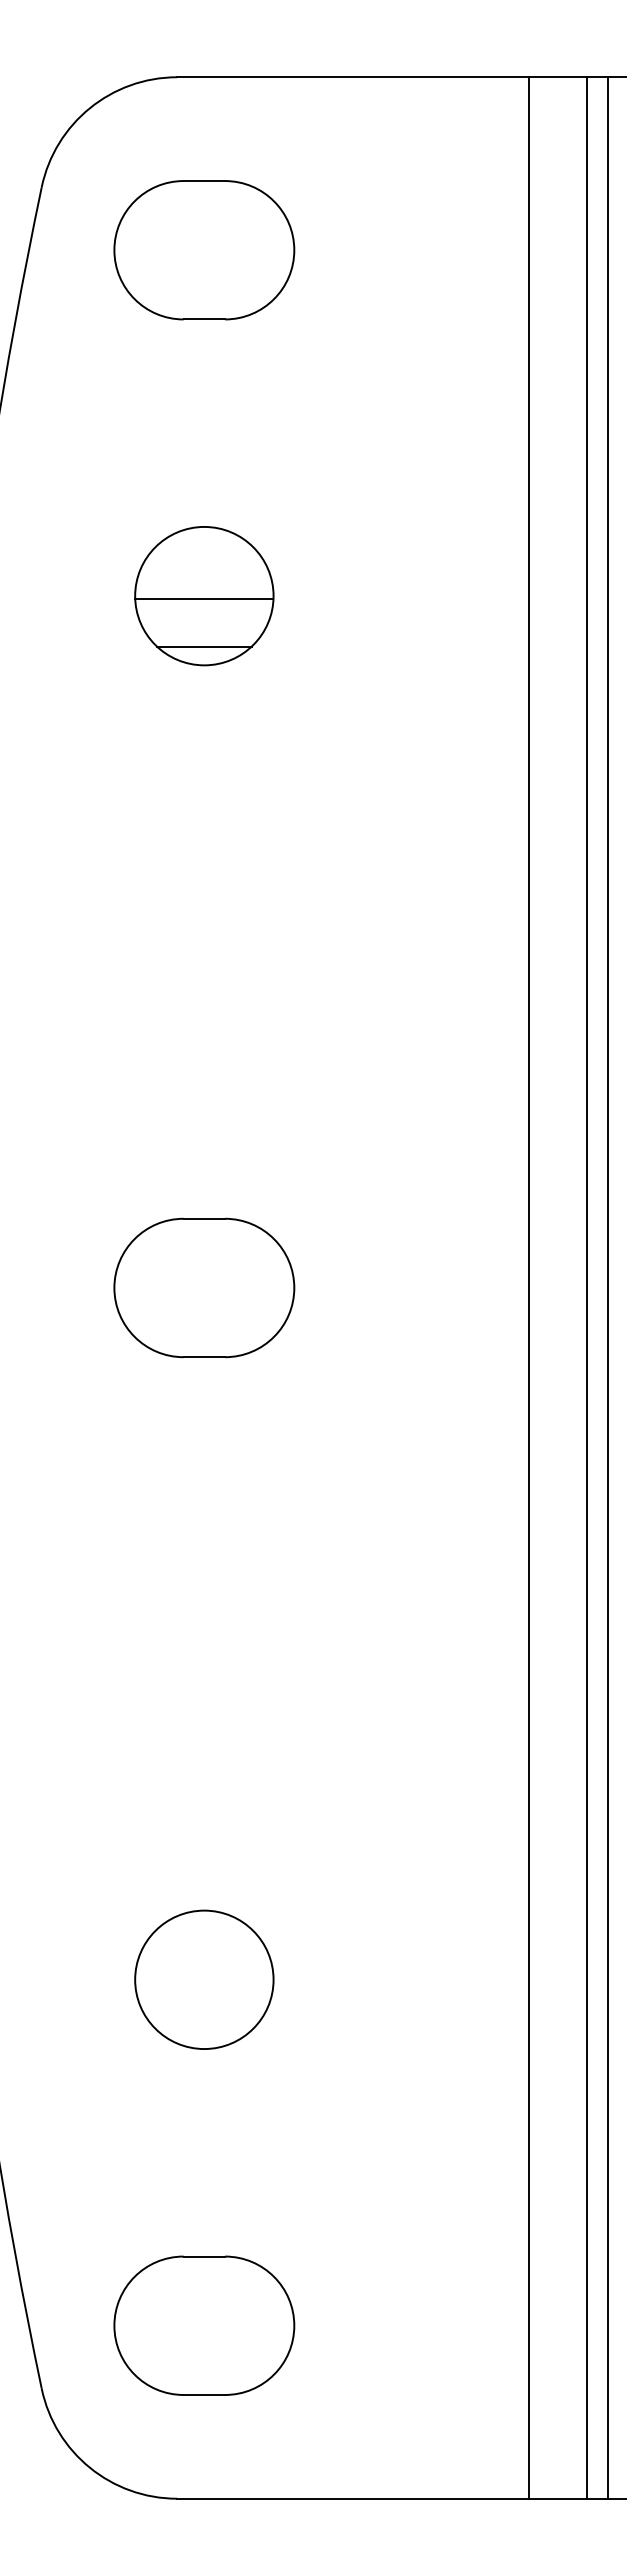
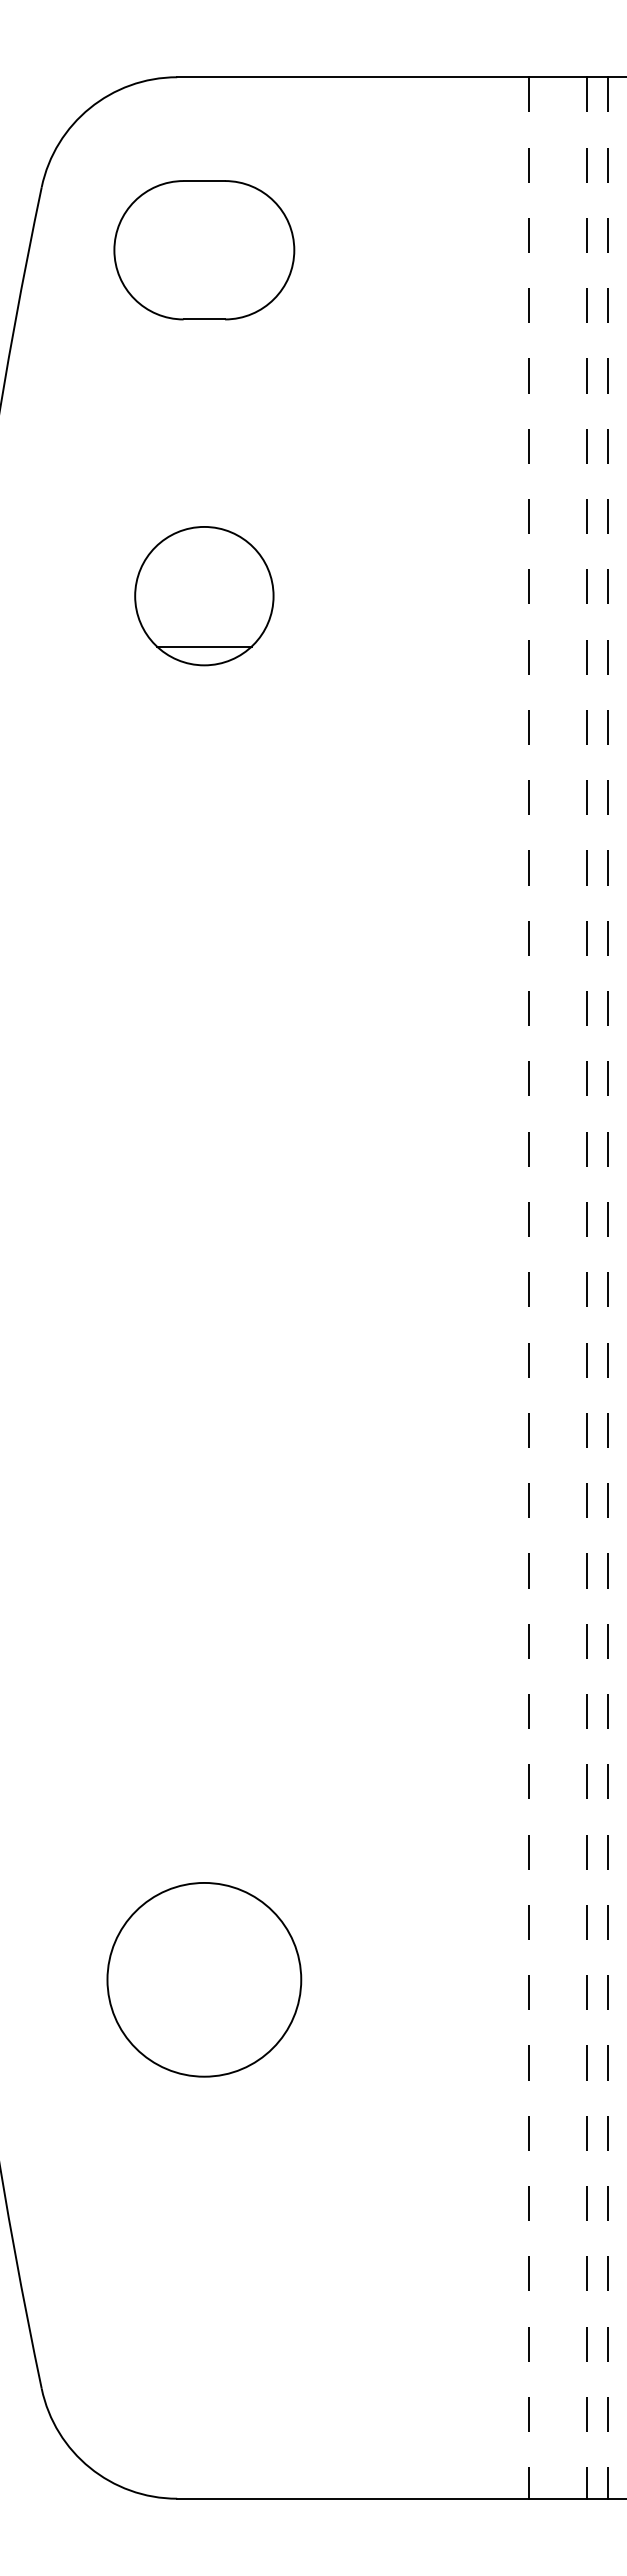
line at (204, 599): present -> none
part at (204, 1287): present -> none
line at (529, 1287): solid -> dashed
line at (587, 1287): solid -> dashed
line at (608, 1287): solid -> dashed
circle at (204, 1979) diameter: 138 px -> 194 px
part at (204, 2325): present -> none
